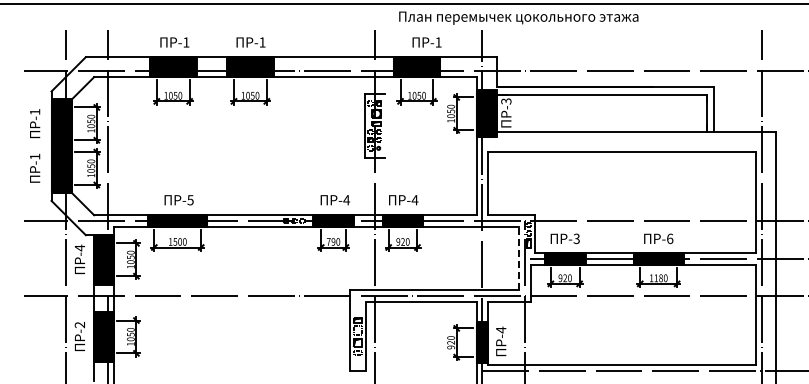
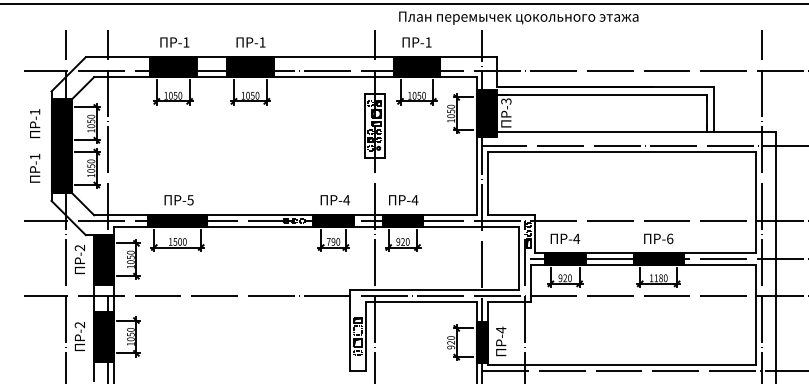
text at (426, 42) position: (426, 42) -> (416, 42)
line at (384, 125): none -> present
line at (642, 146): none -> present
text at (576, 238): -3 -> -4
text at (79, 247): -4 -> -2
line at (518, 258): dashed -> solid
